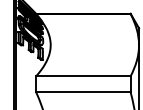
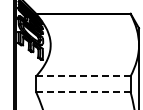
line at (83, 76): solid -> dashed
line at (82, 92): solid -> dashed
